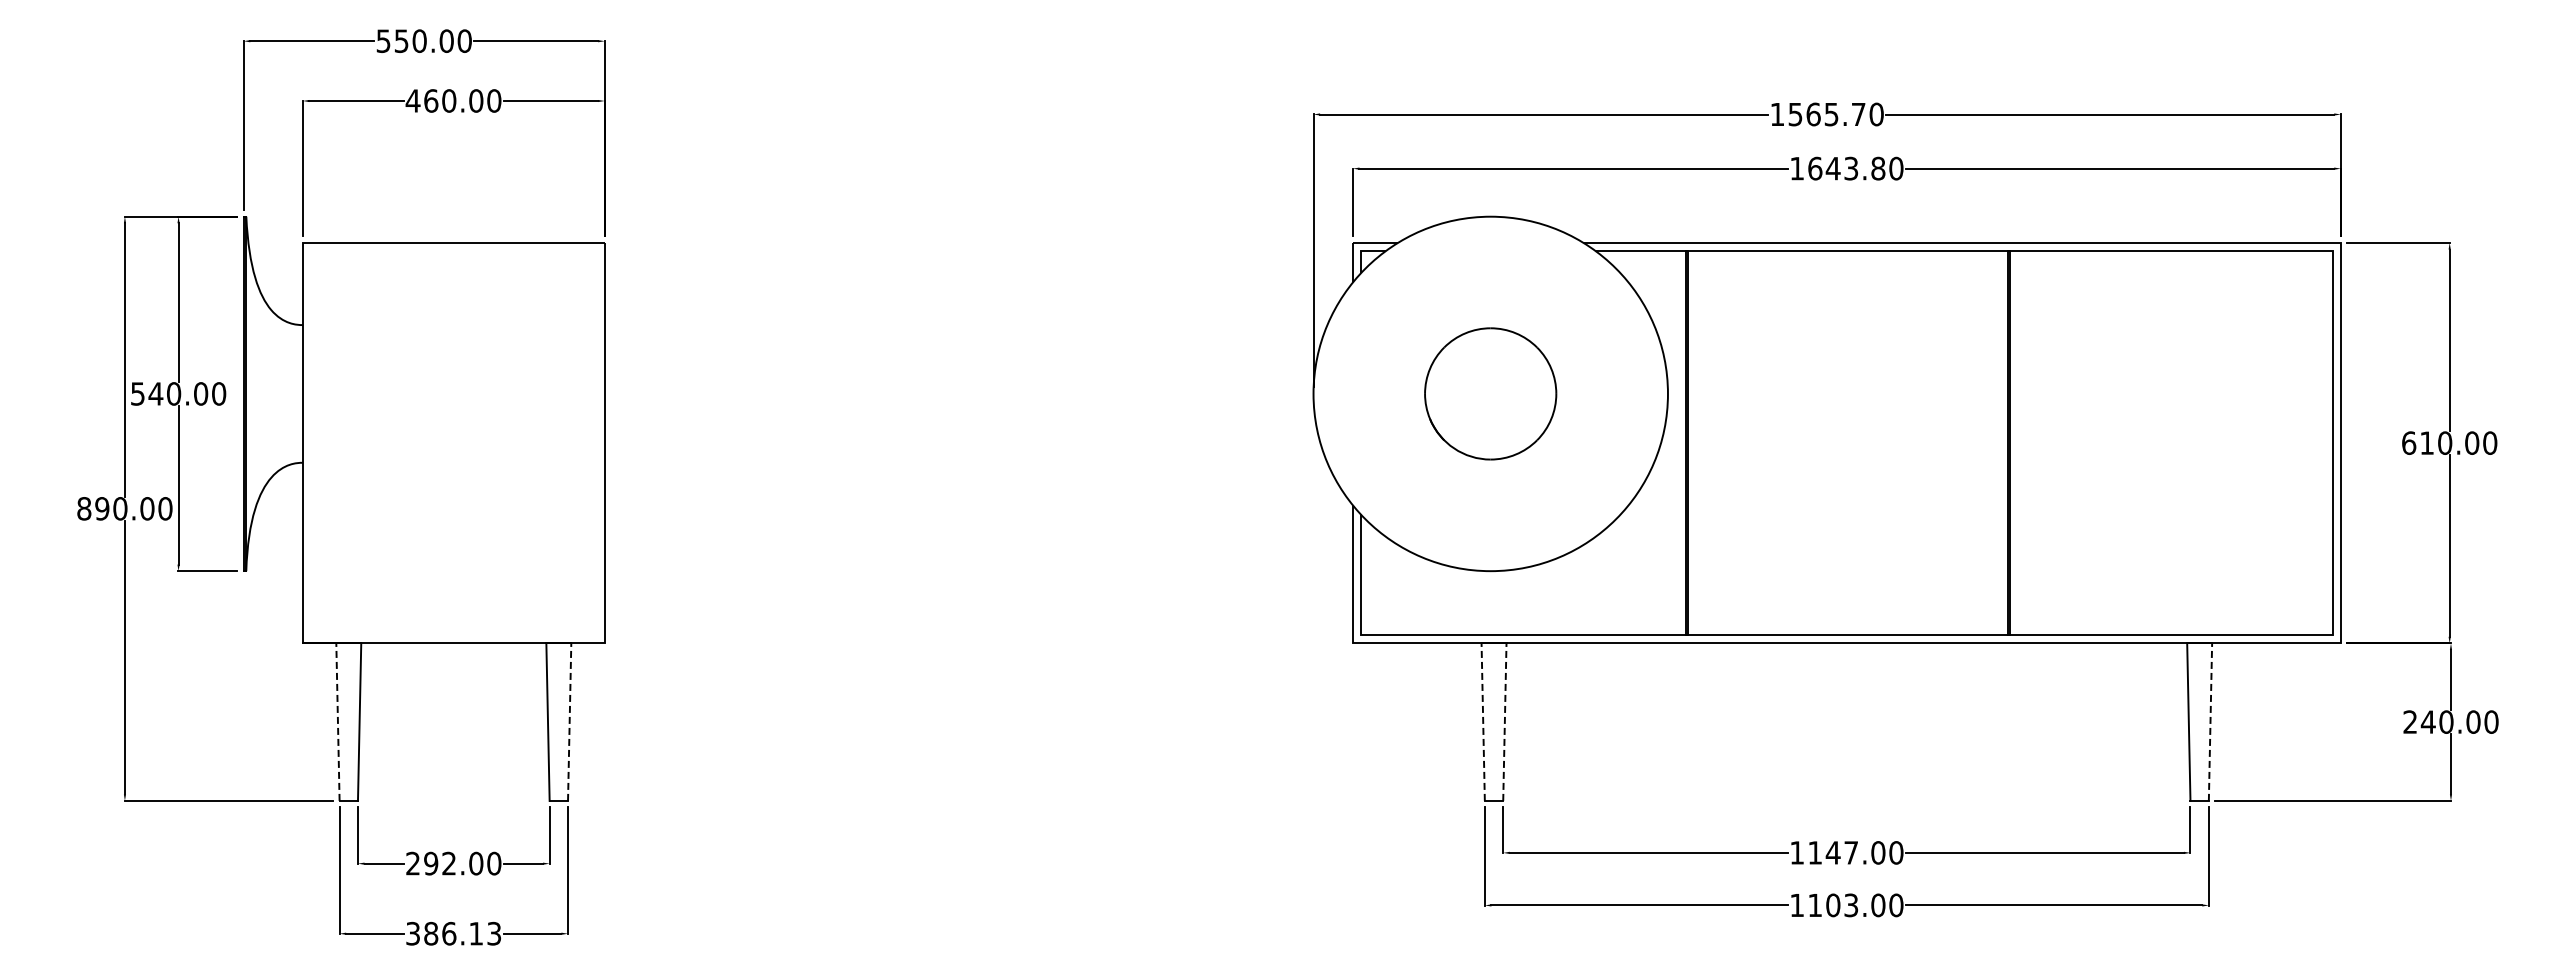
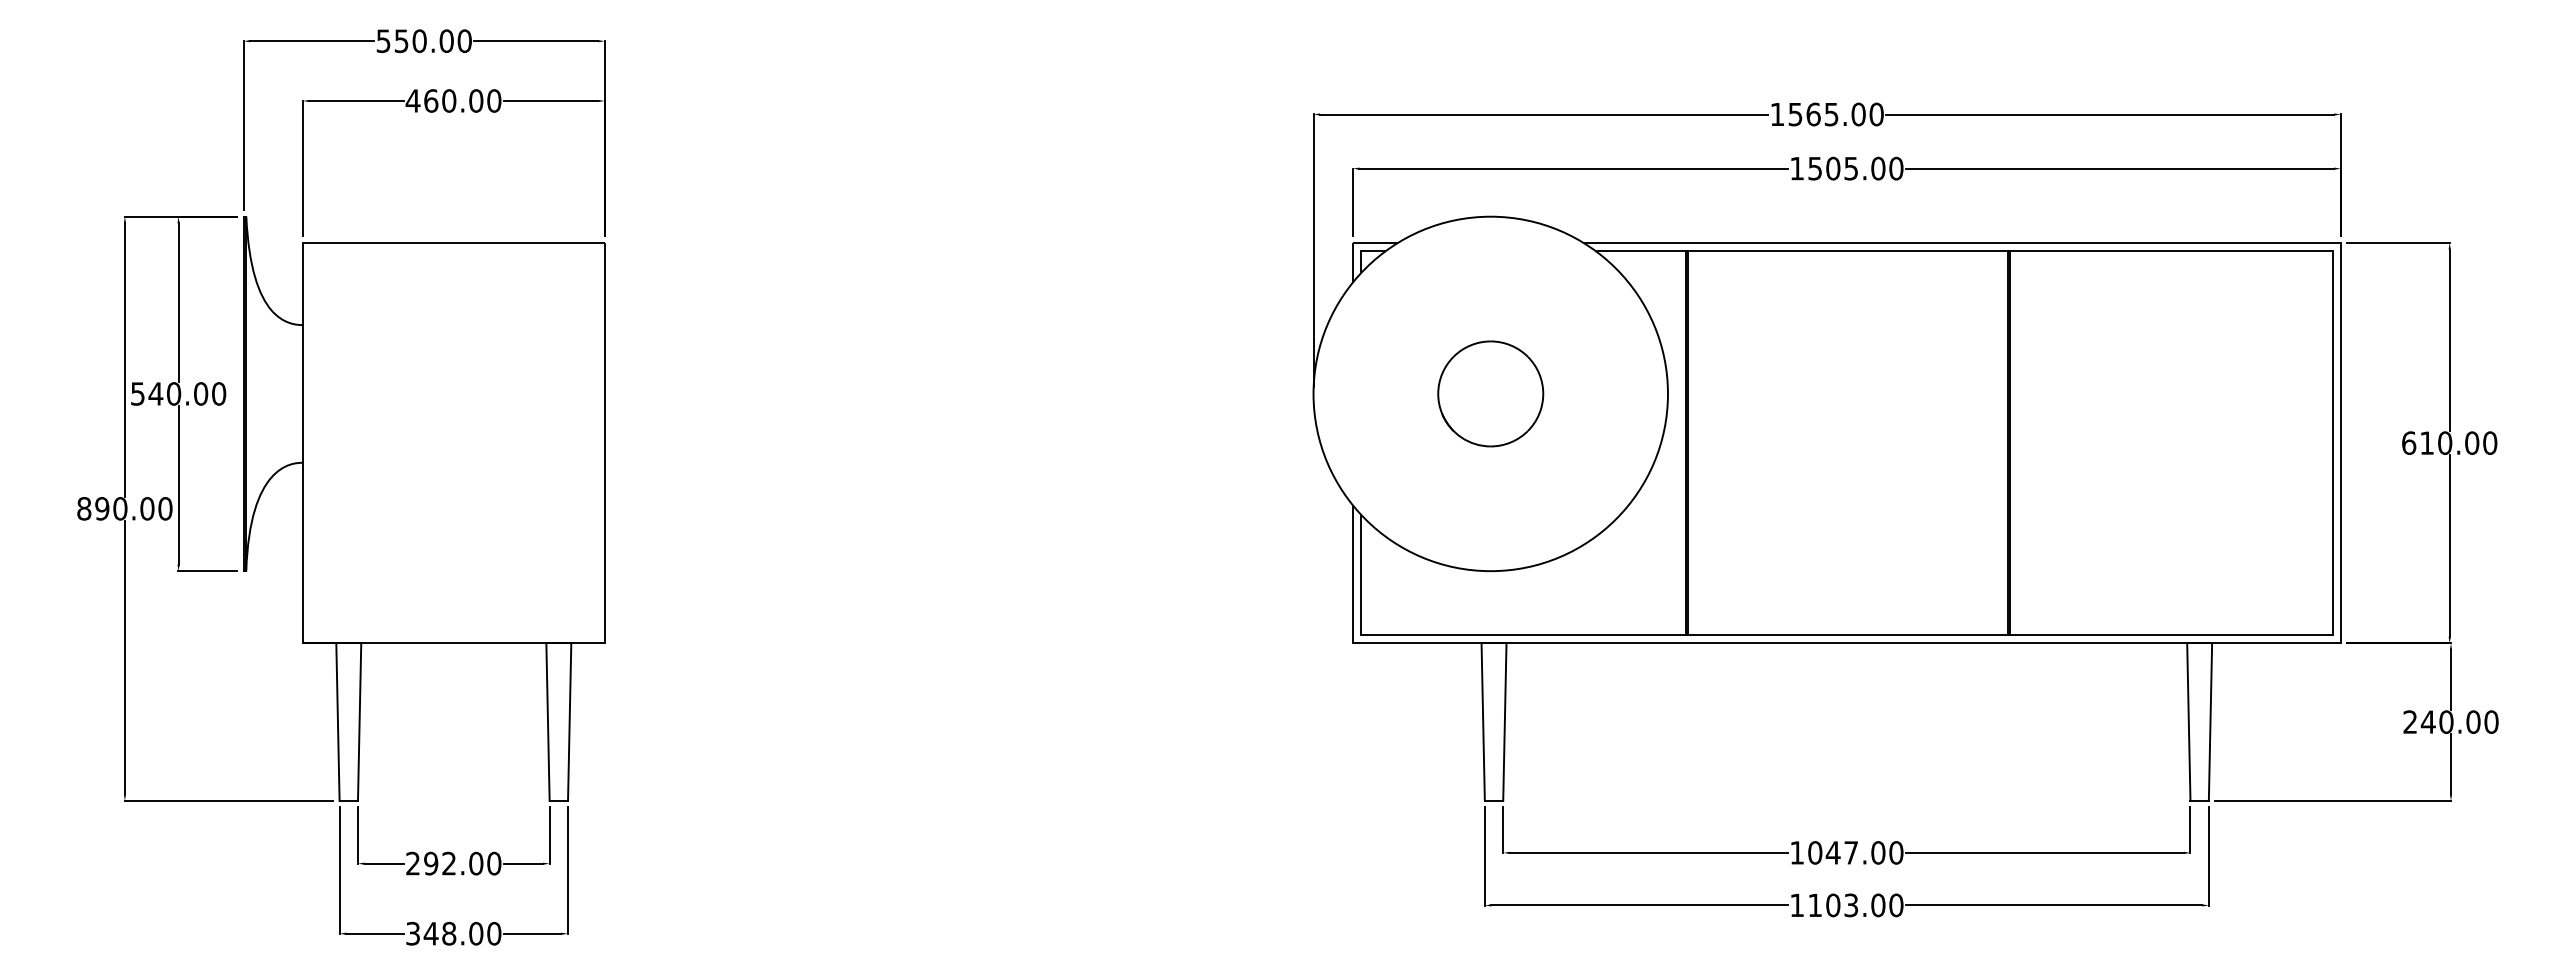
text at (1858, 114): 1565.70 -> 1565.00
text at (1846, 168): 1643.80 -> 1505.00
part at (1490, 393) size: 134x134 px -> 108x108 px
line at (337, 722): dashed -> solid
line at (569, 722): dashed -> solid
line at (1483, 722): dashed -> solid
line at (1504, 722): dashed -> solid
line at (2210, 722): dashed -> solid
text at (1815, 852): 1147.00 -> 1047.00
text at (462, 933): 386.13 -> 348.00
